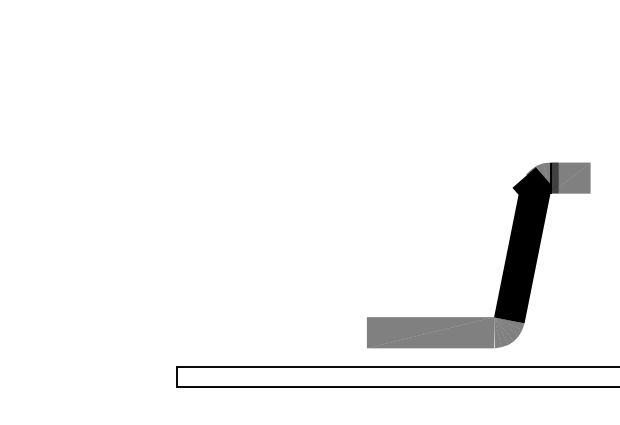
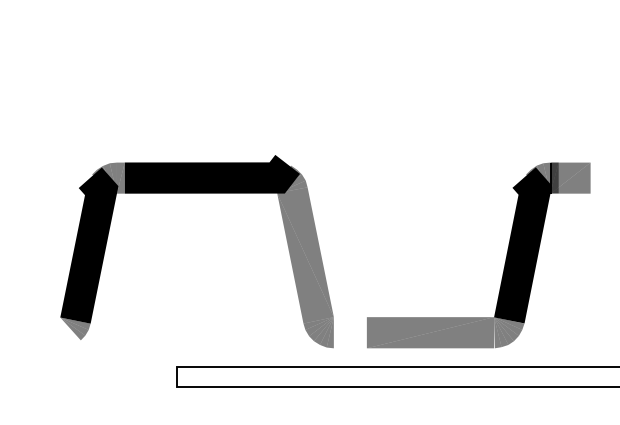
part at (196, 193): none -> present
